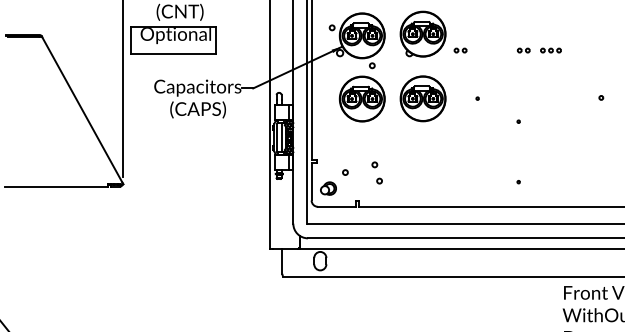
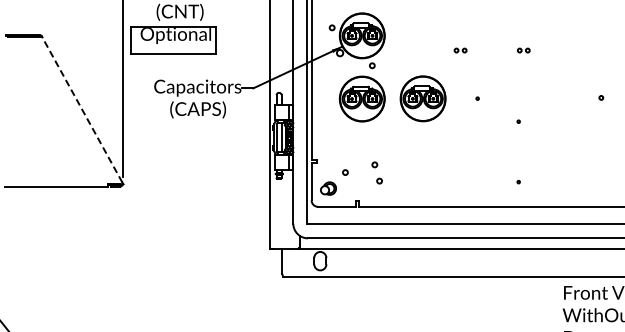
part at (422, 33): present -> none
part at (550, 50): present -> none
line at (81, 109): solid -> dashed
